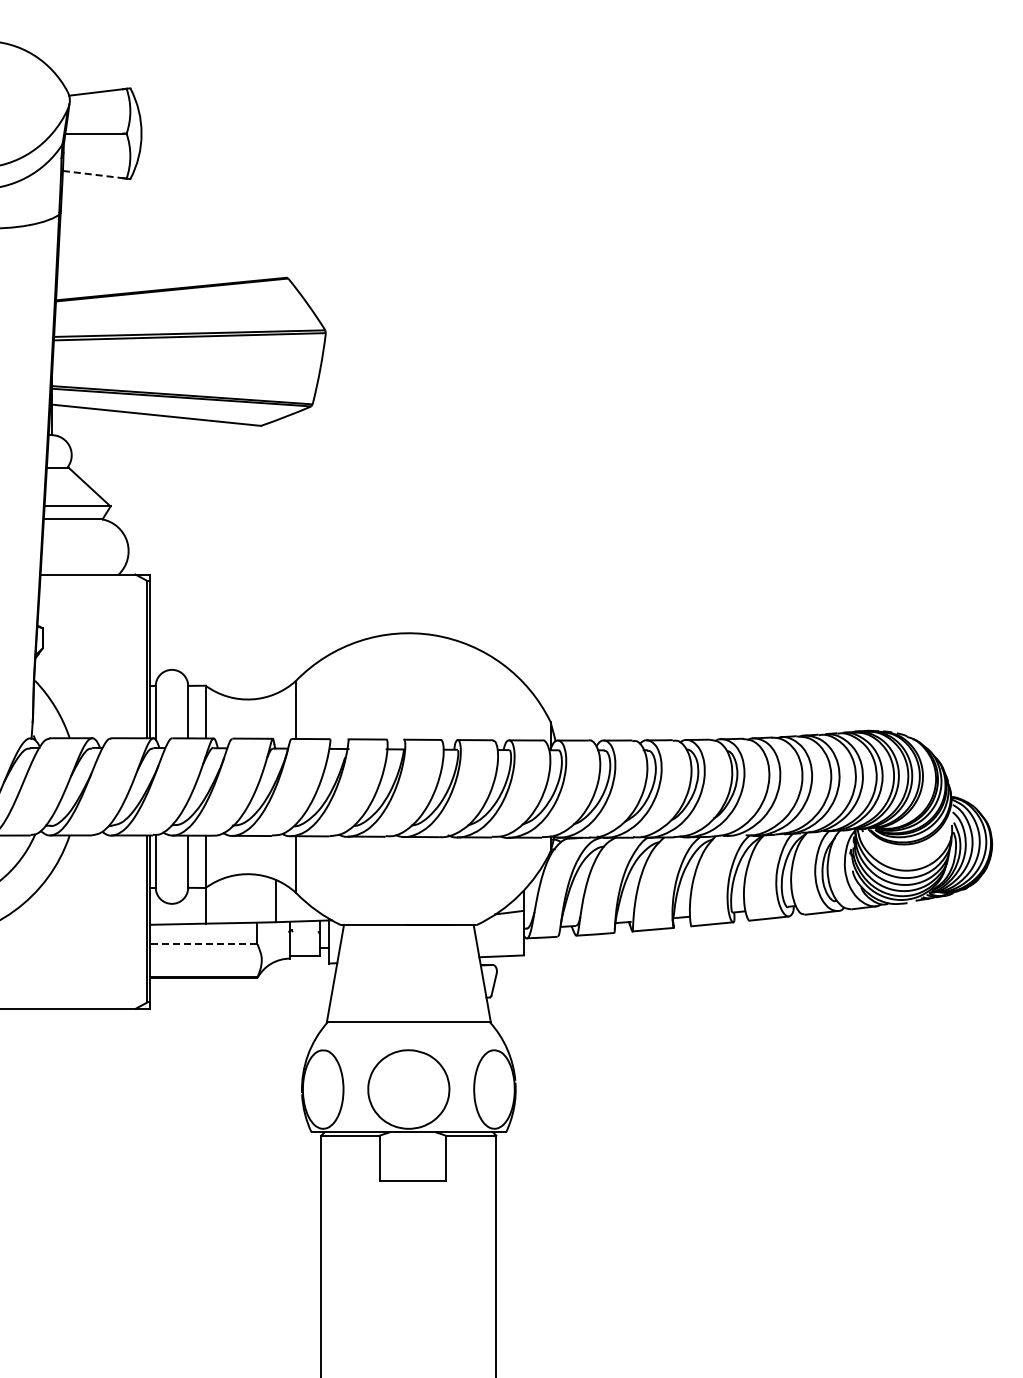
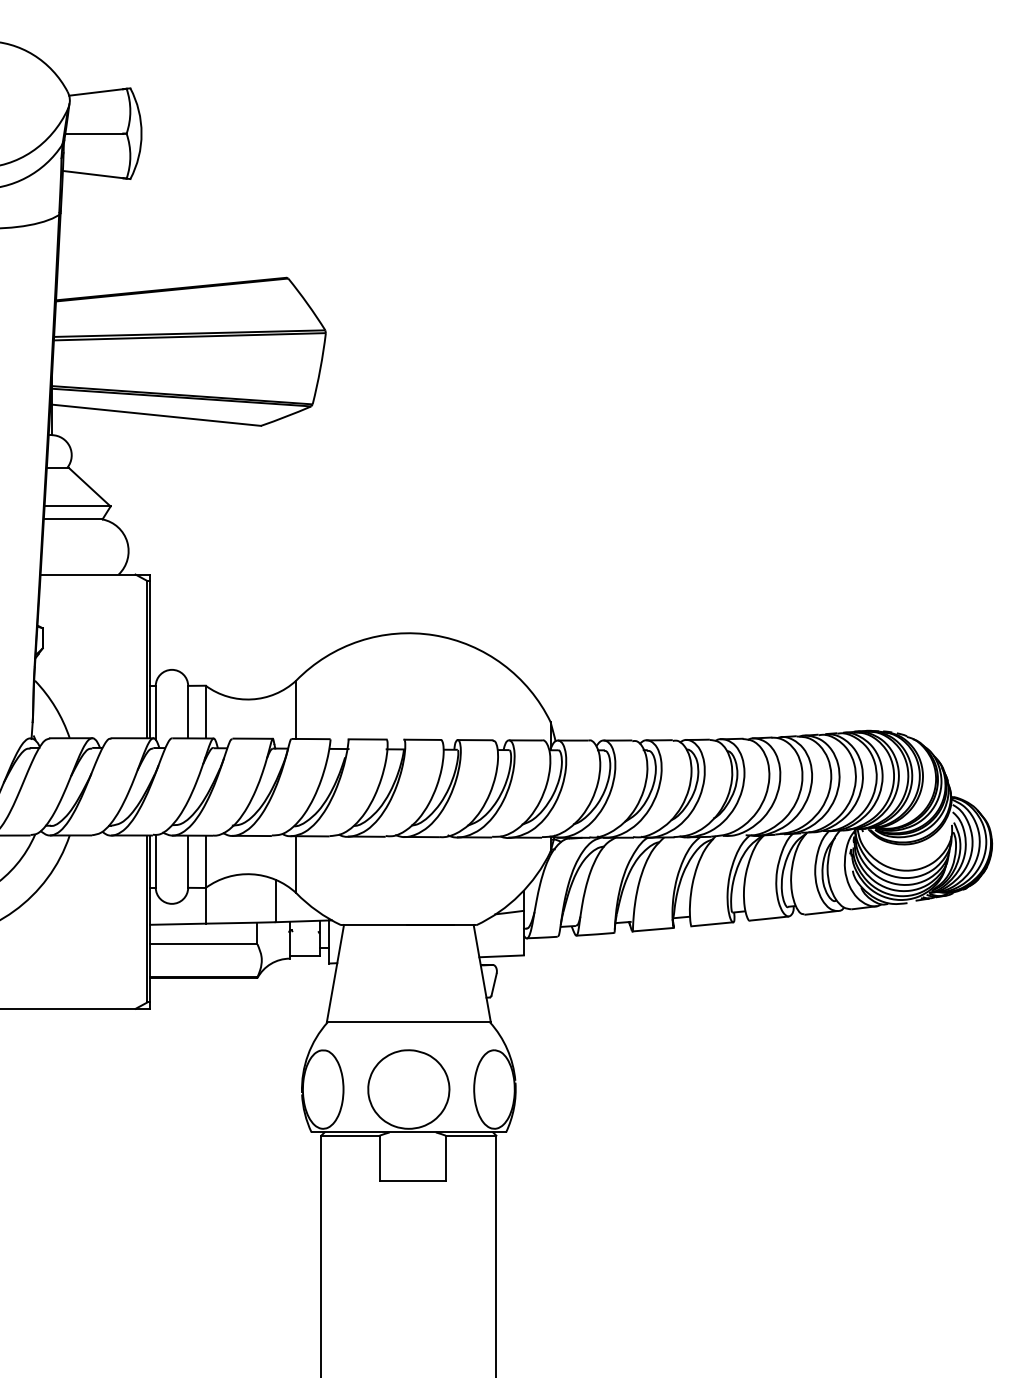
line at (93, 174): dashed -> solid
line at (203, 944): dashed -> solid
